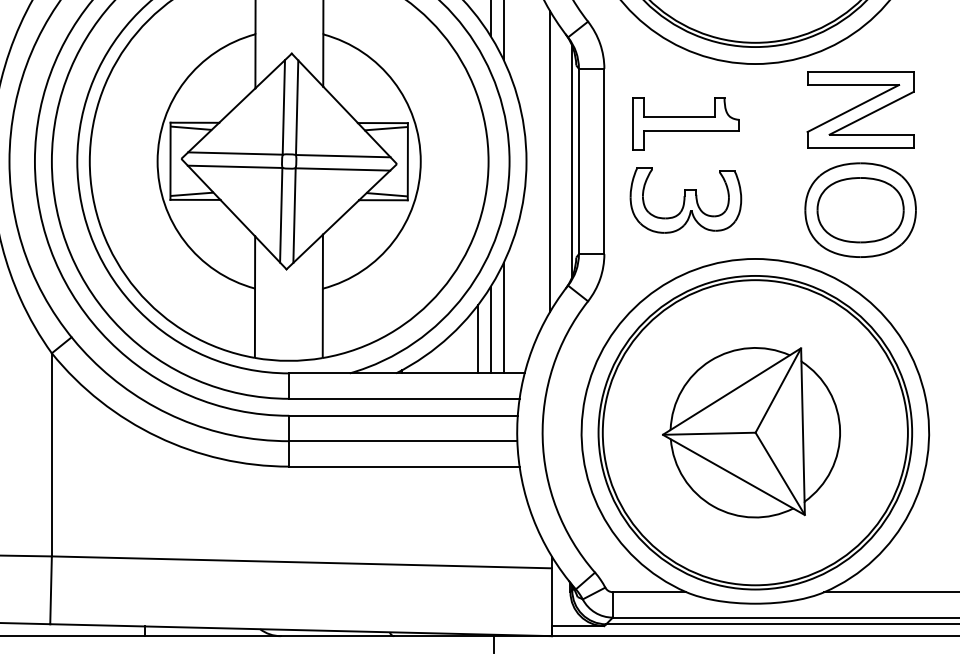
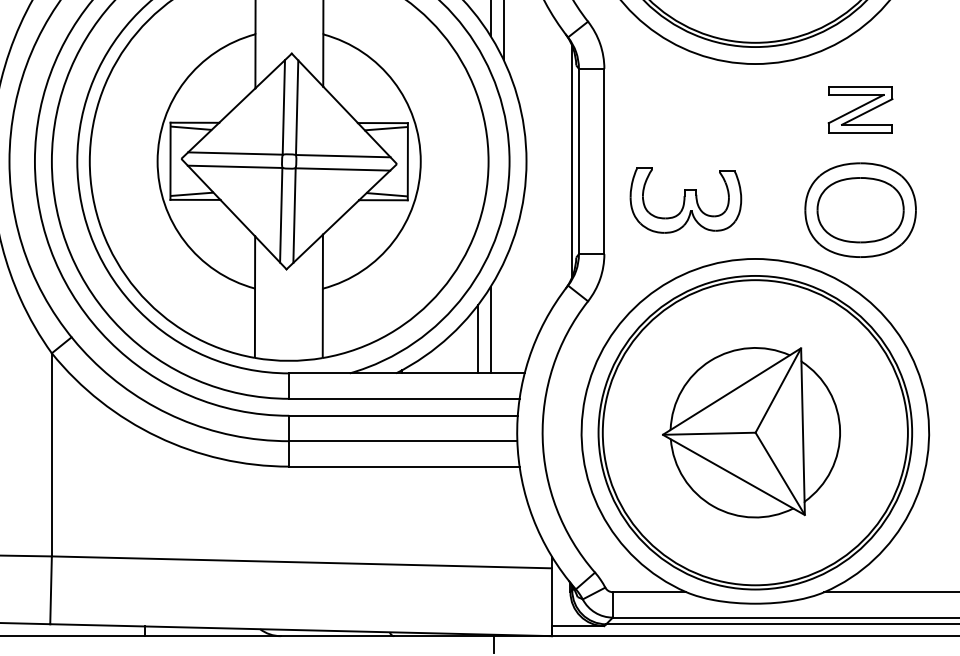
part at (860, 109) size: 109x78 px -> 67x48 px
part at (685, 123): present -> none
line at (550, 161): present -> none
line at (503, 318): present -> none
